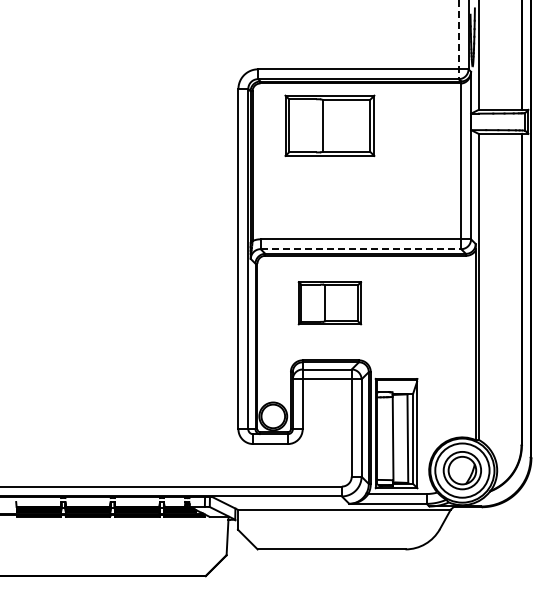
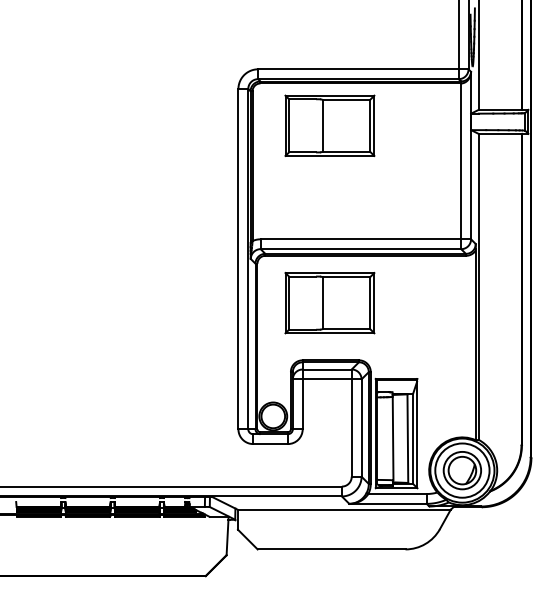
line at (458, 40): dashed -> solid
line at (361, 249): dashed -> solid
part at (329, 303) size: 66x45 px -> 92x63 px
